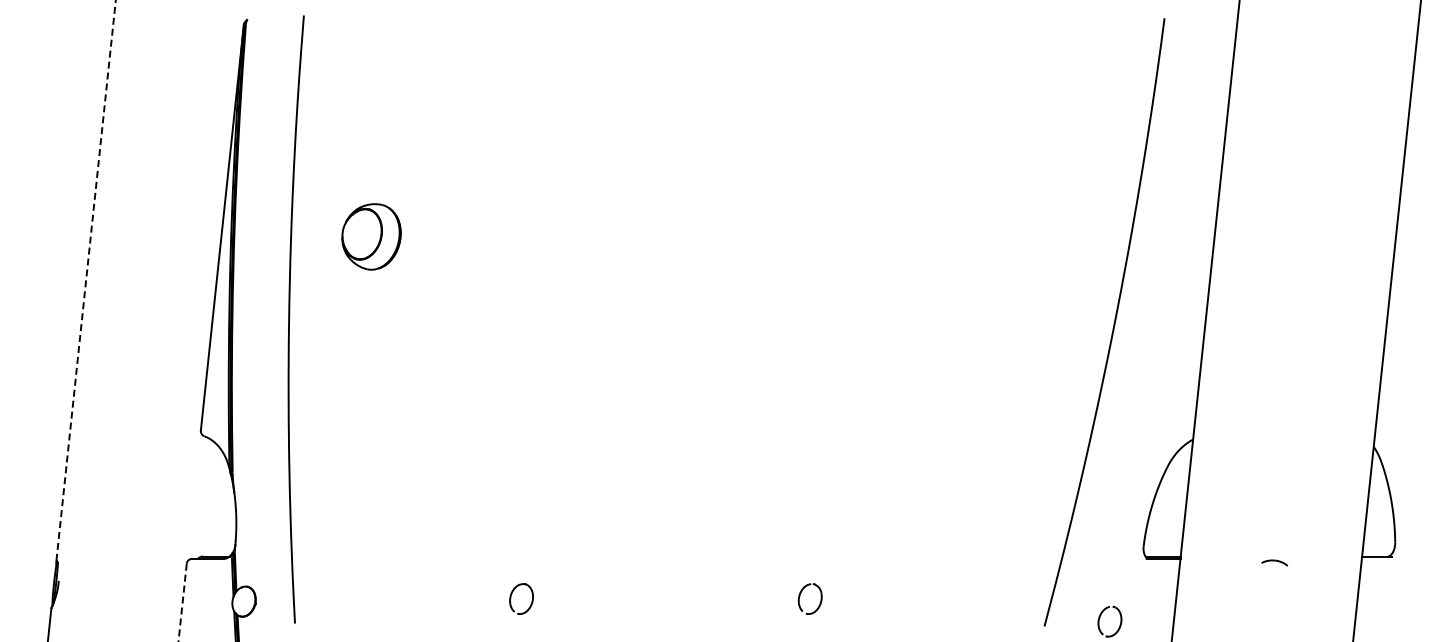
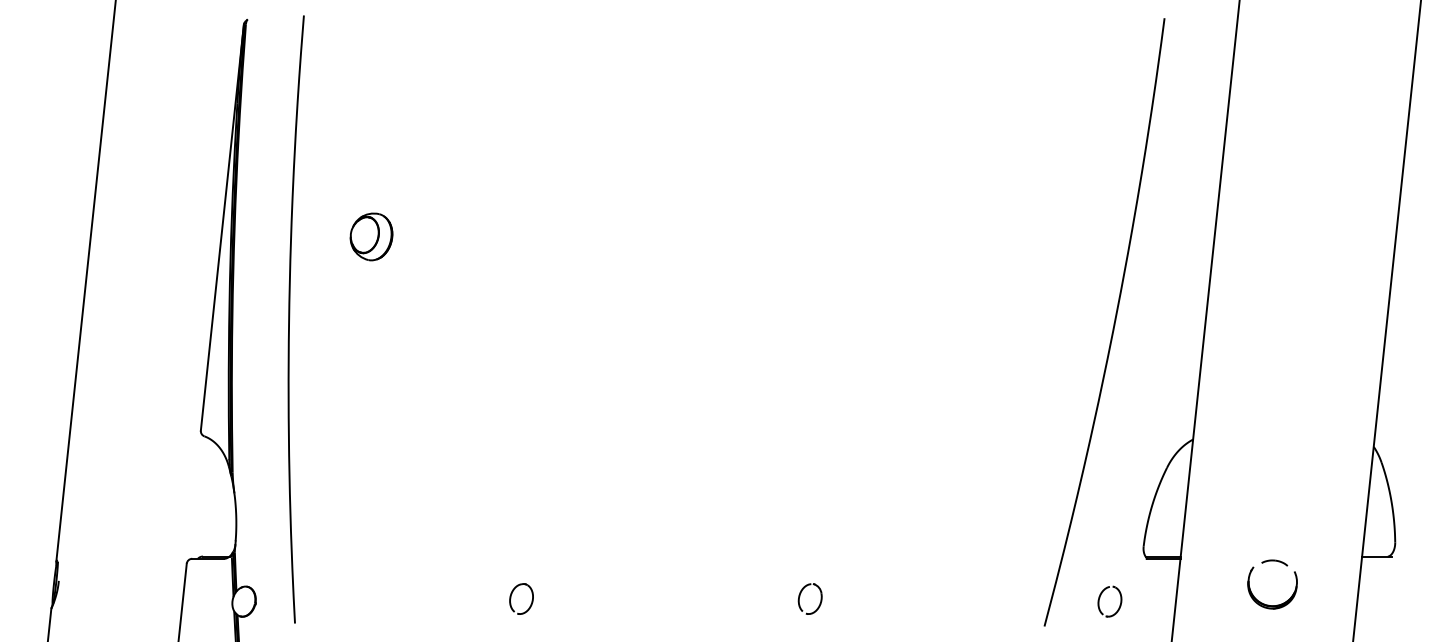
part at (371, 236) size: 61x68 px -> 45x50 px
line at (86, 281): dashed -> solid
line at (182, 602): dashed -> solid
part at (1268, 604): none -> present
part at (1100, 618) position: (1100, 618) -> (1100, 598)
